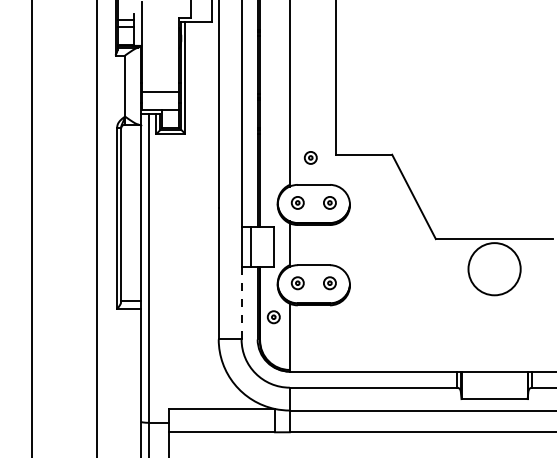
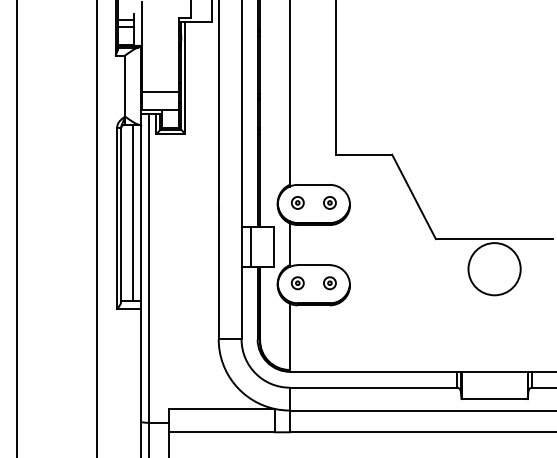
part at (310, 157): present -> none
line at (133, 212): none -> present
line at (31, 228) position: (31, 228) -> (16, 228)
line at (241, 302): dashed -> solid
part at (273, 317): present -> none
